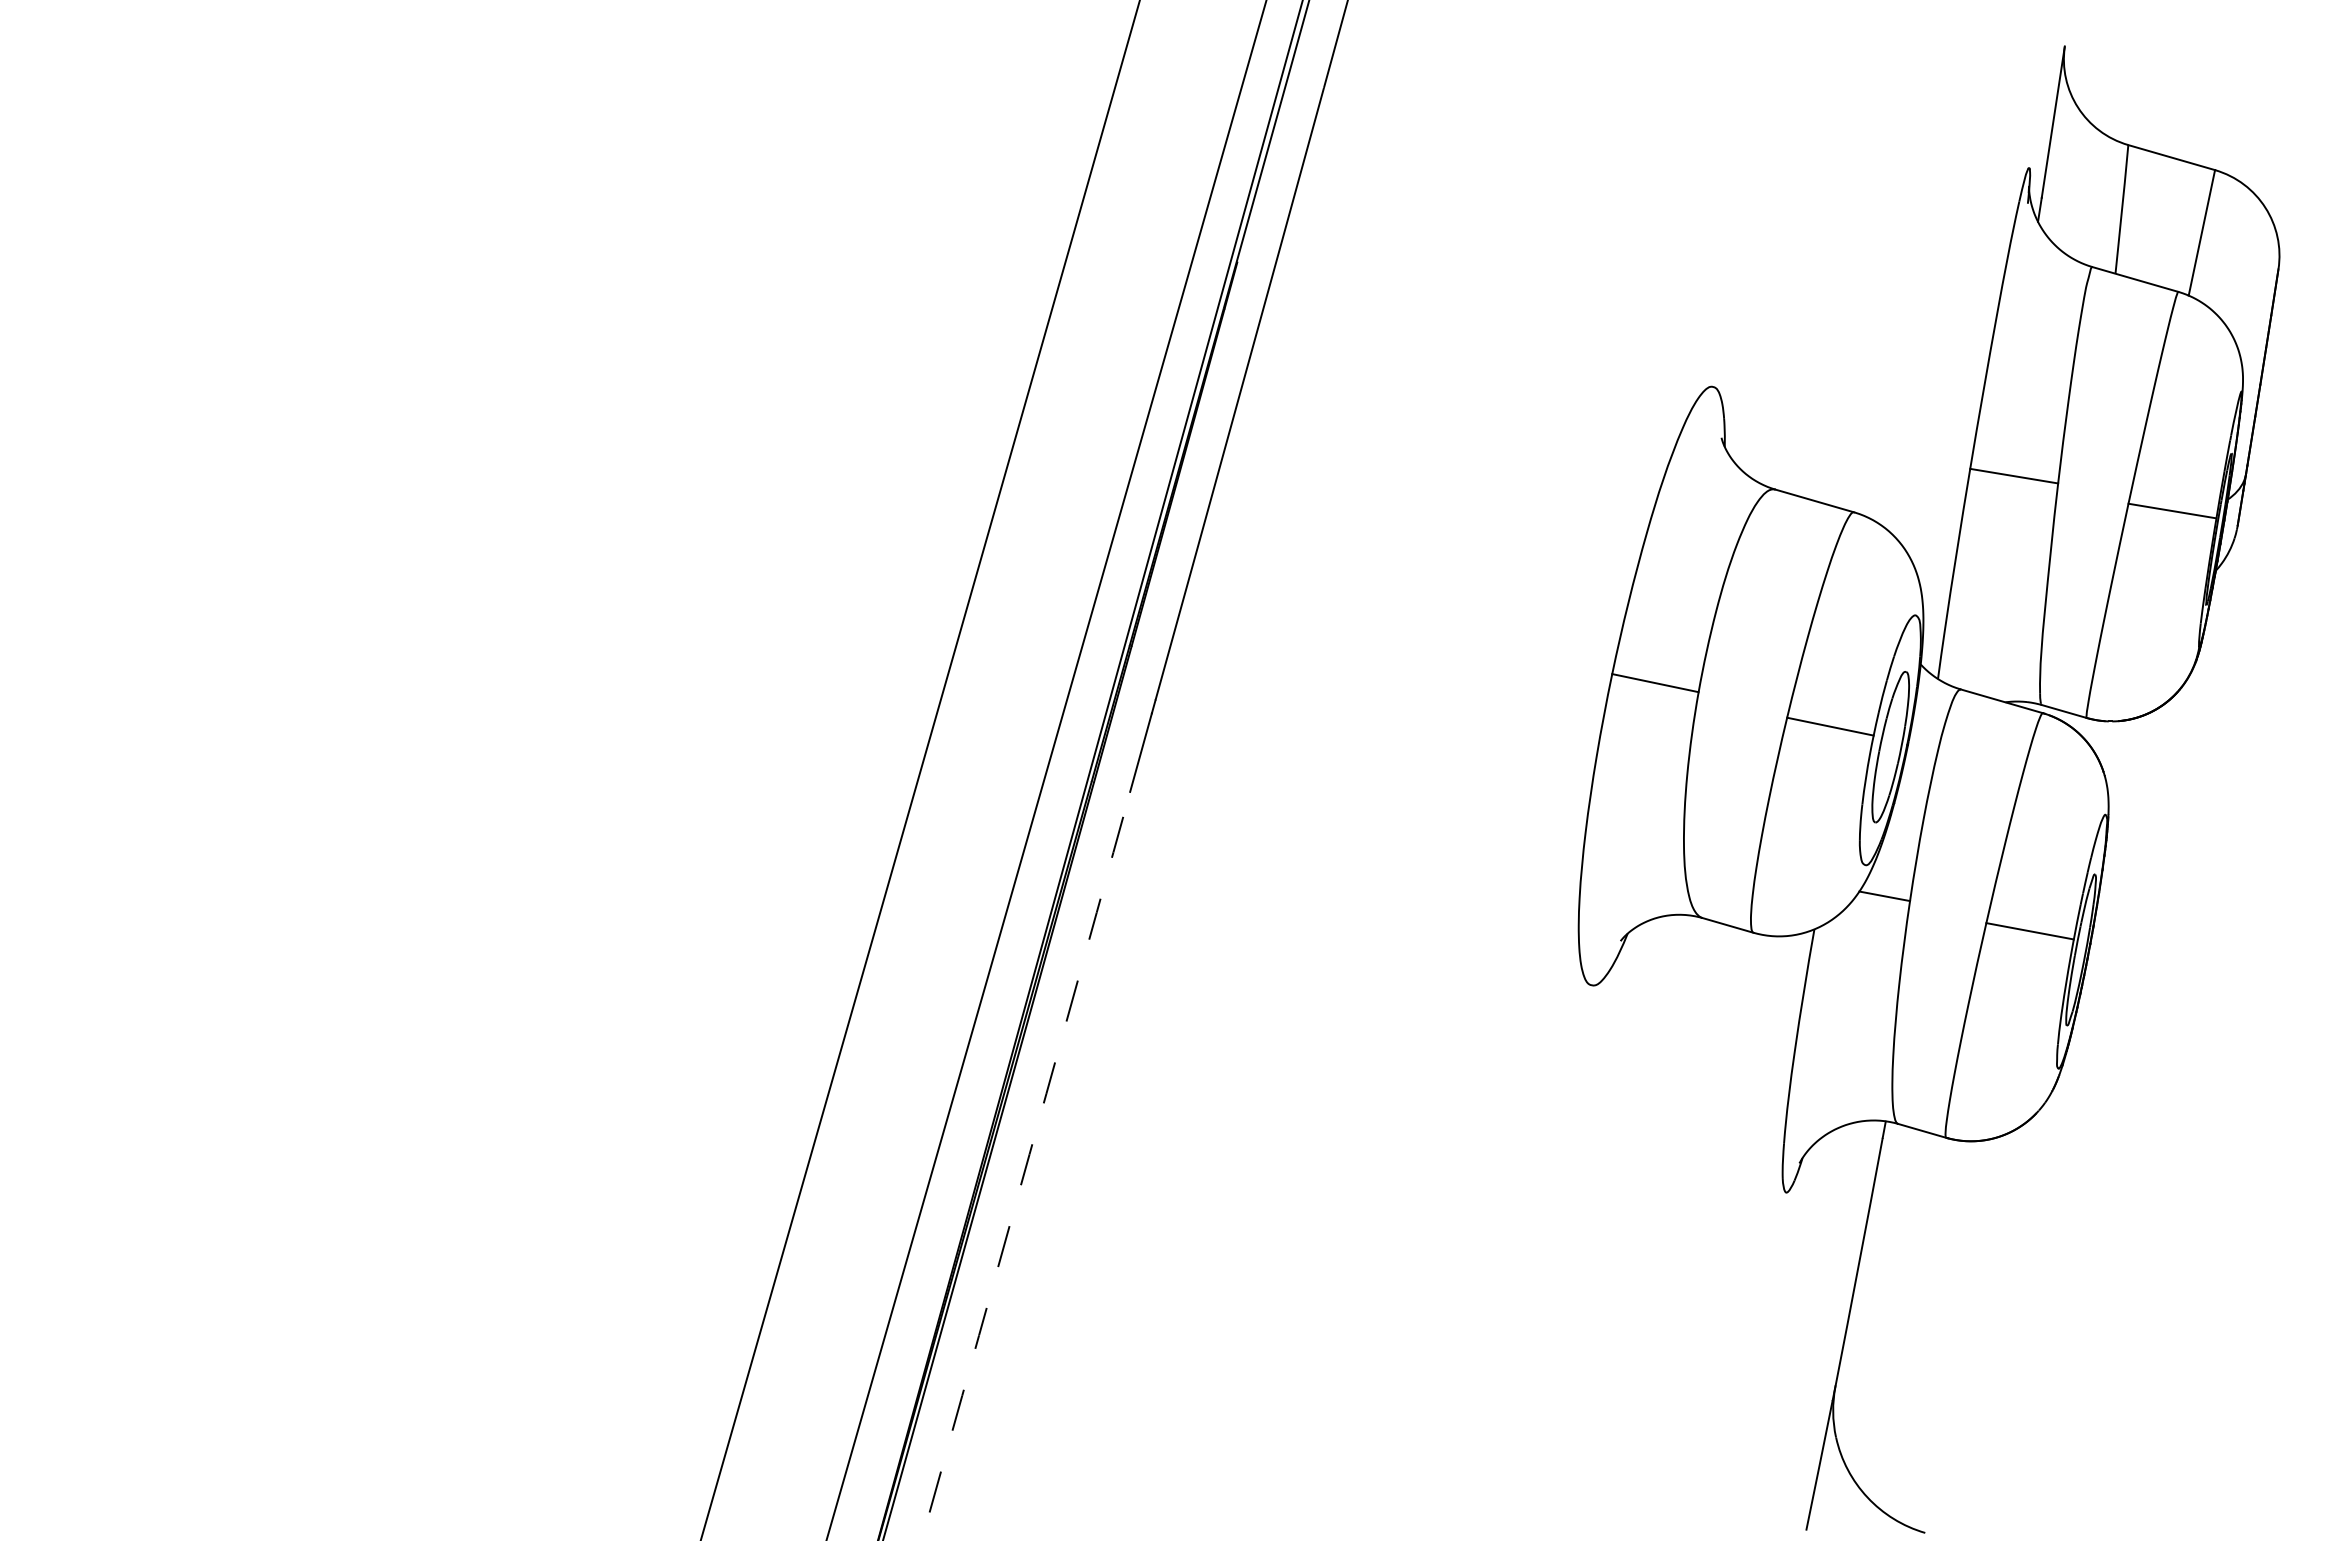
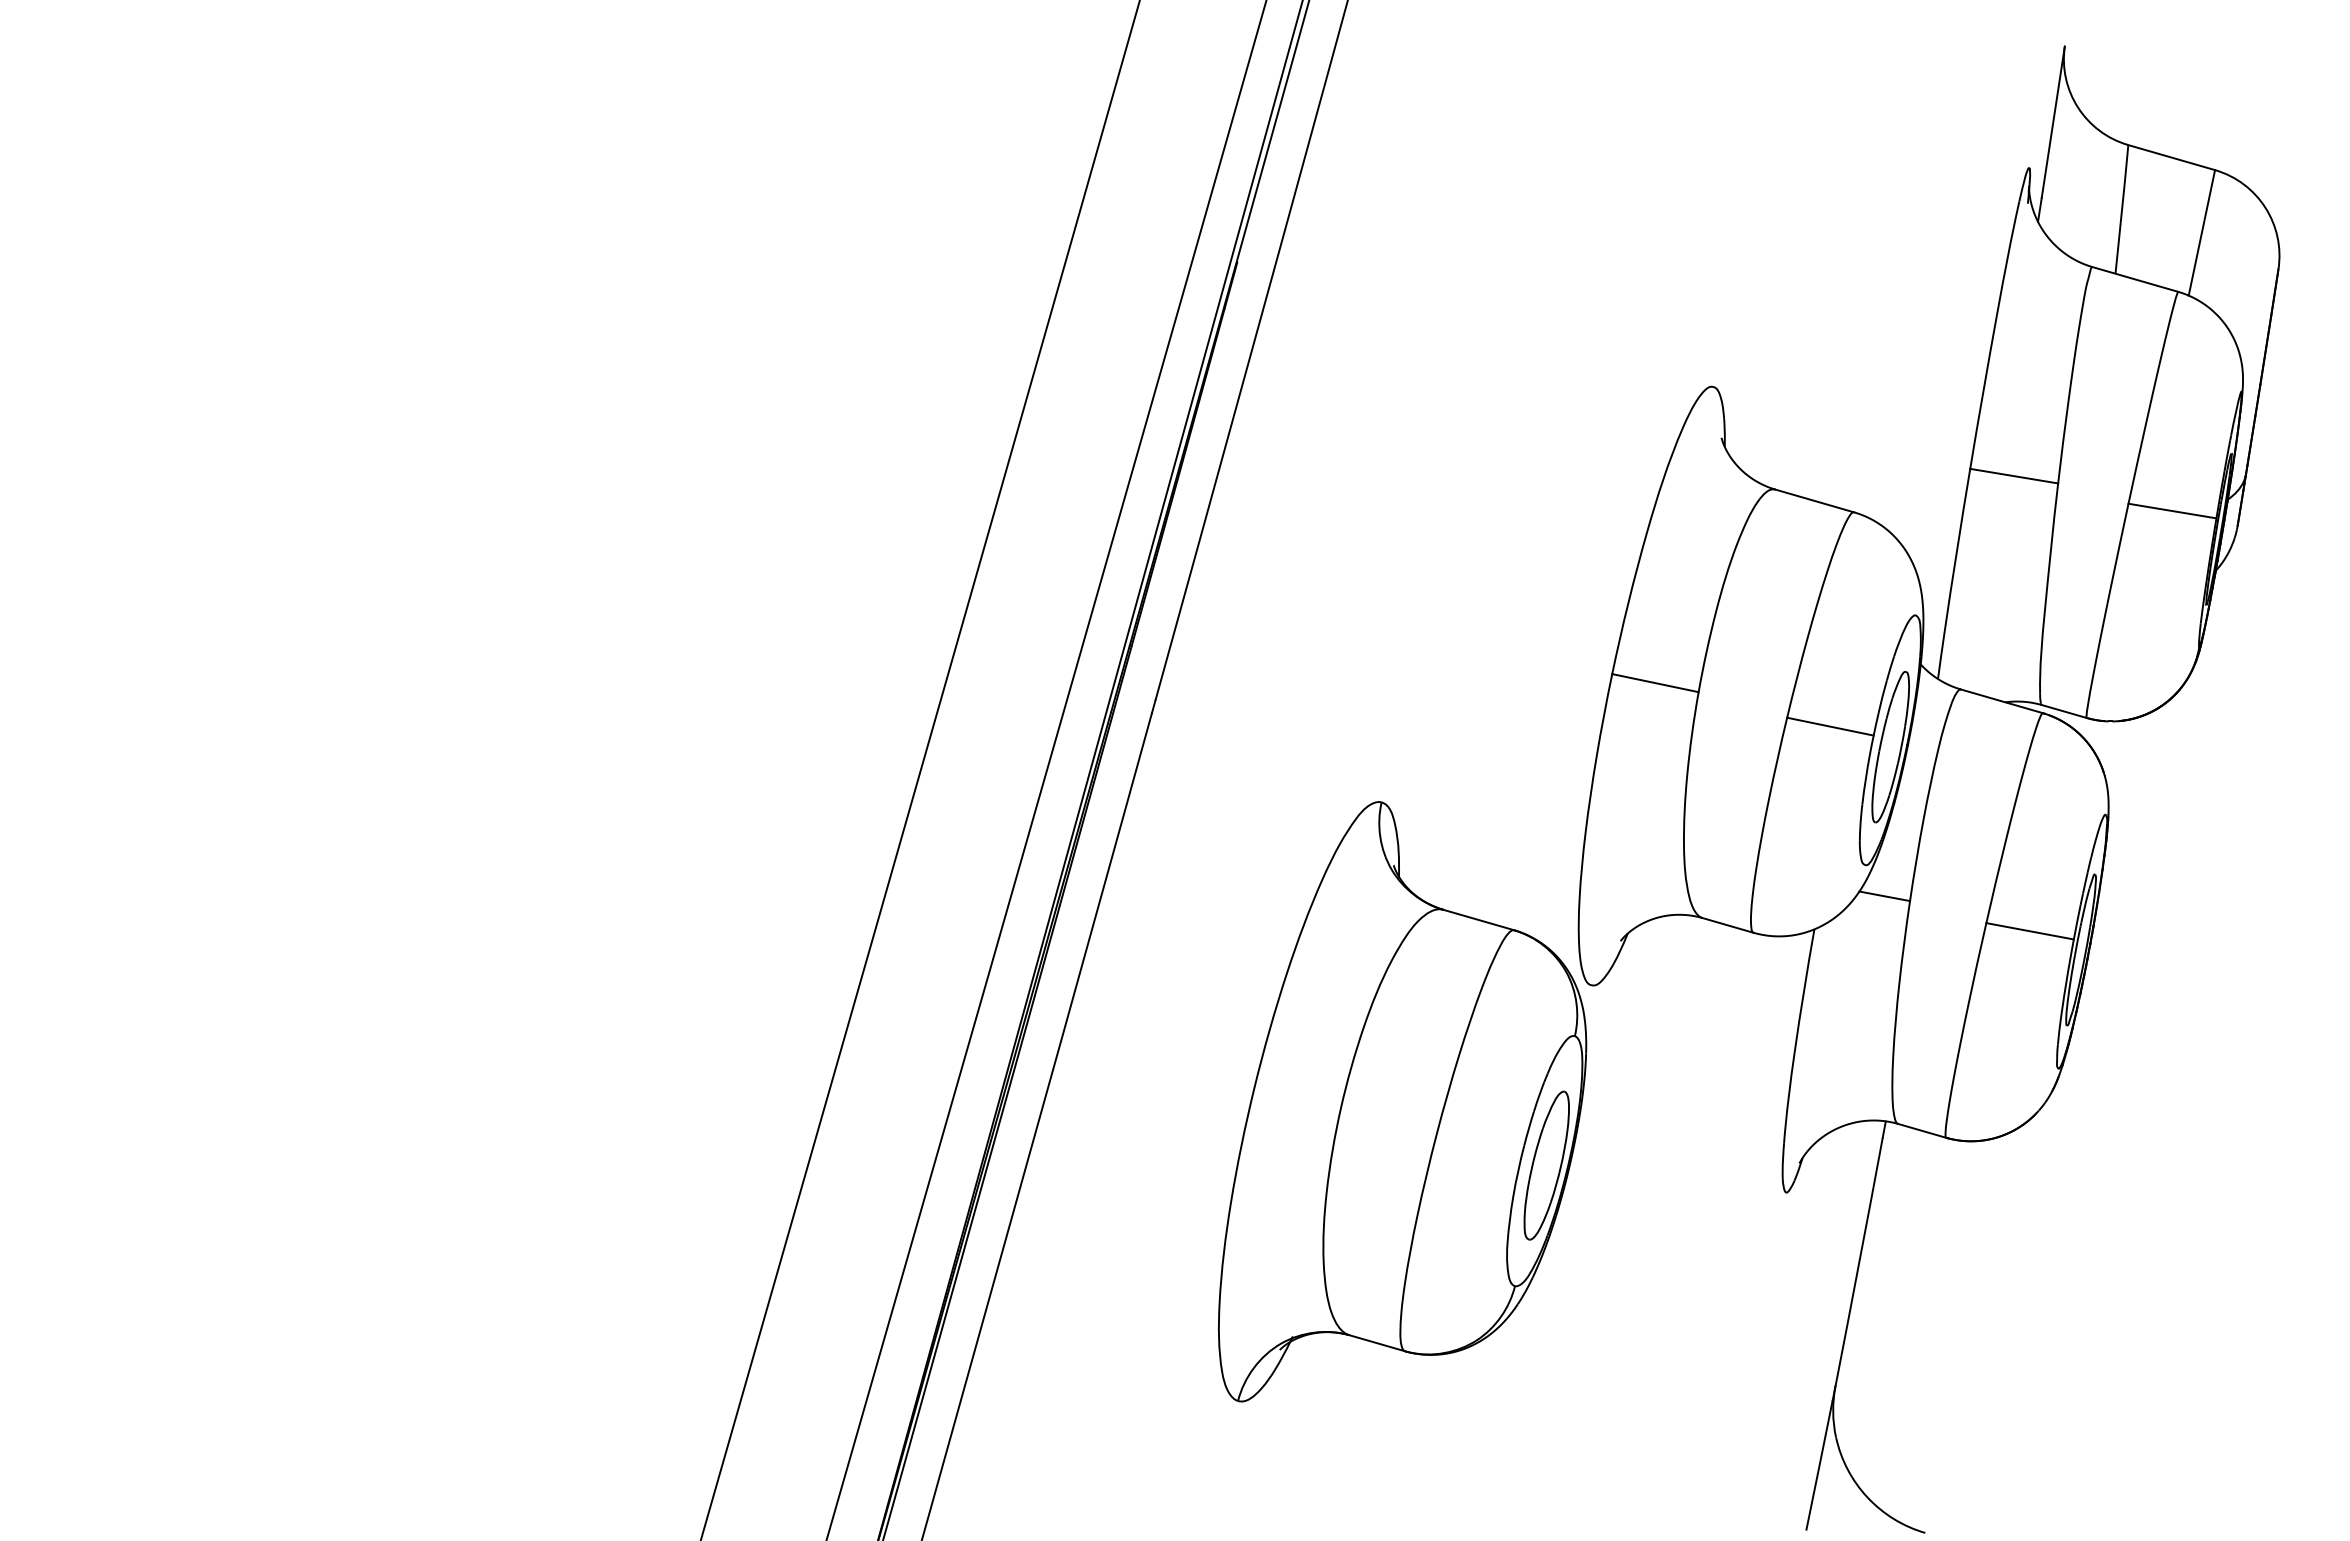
part at (1402, 1101): none -> present
arc at (1026, 1166): dashed -> solid
